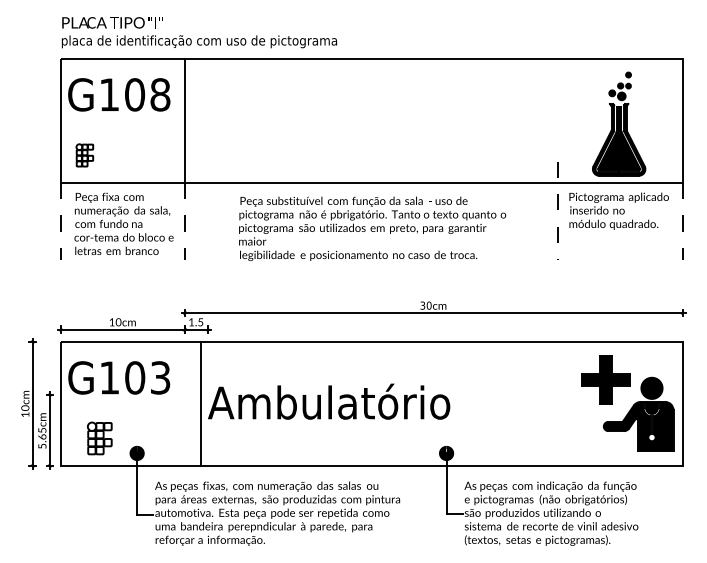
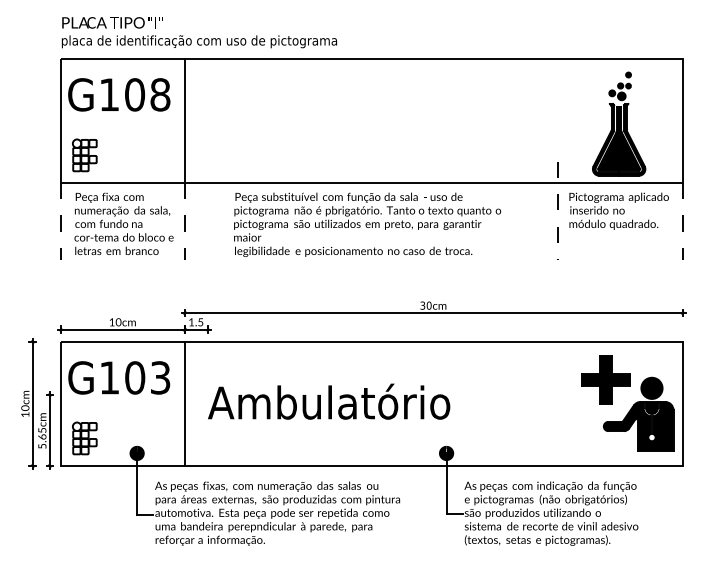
part at (84, 155) size: 20x25 px -> 26x35 px
text at (372, 228) position: (372, 228) -> (367, 224)
line at (200, 403) position: (200, 403) -> (184, 403)
part at (99, 438) position: (99, 438) -> (84, 438)
